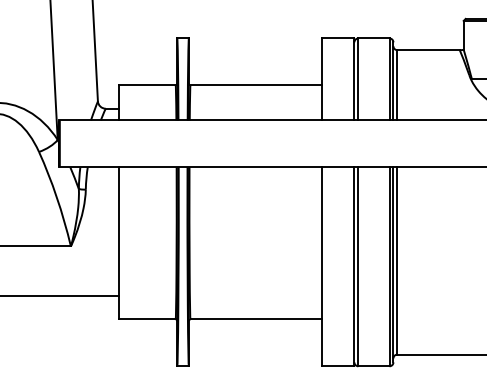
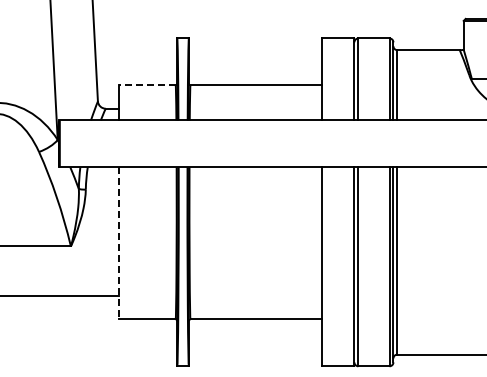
line at (146, 85): solid -> dashed
line at (118, 243): solid -> dashed
